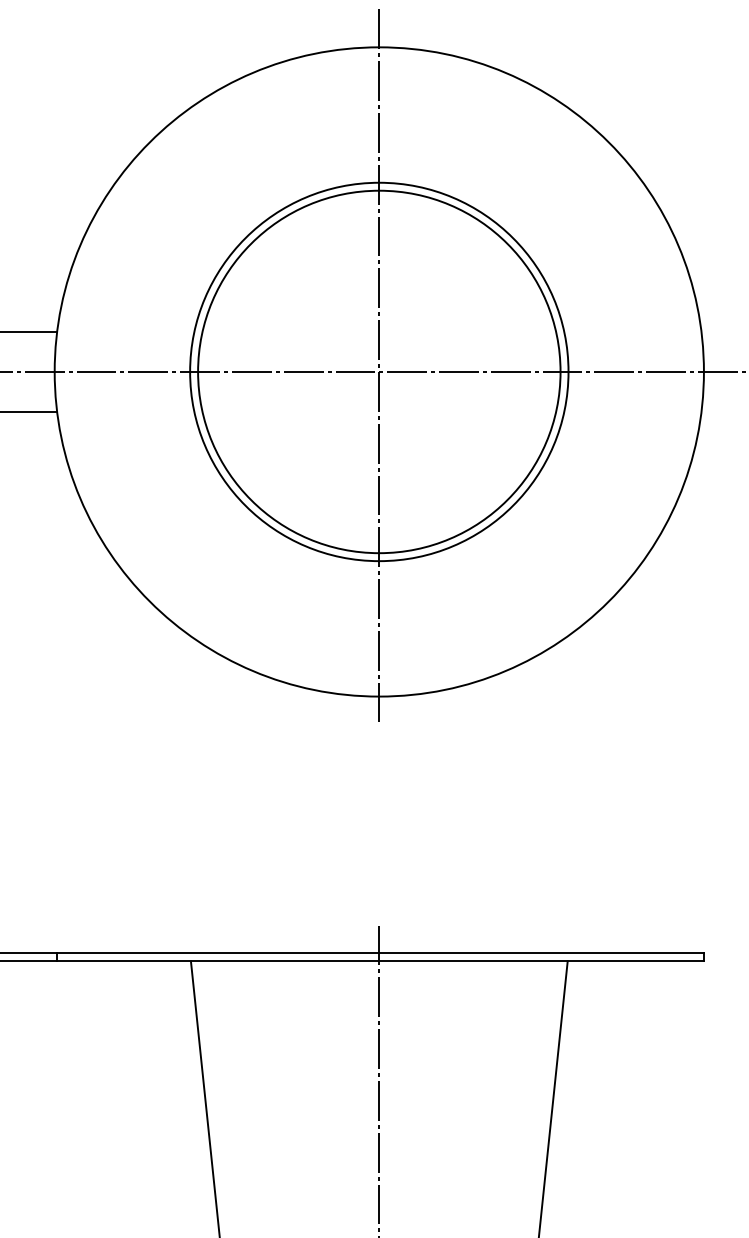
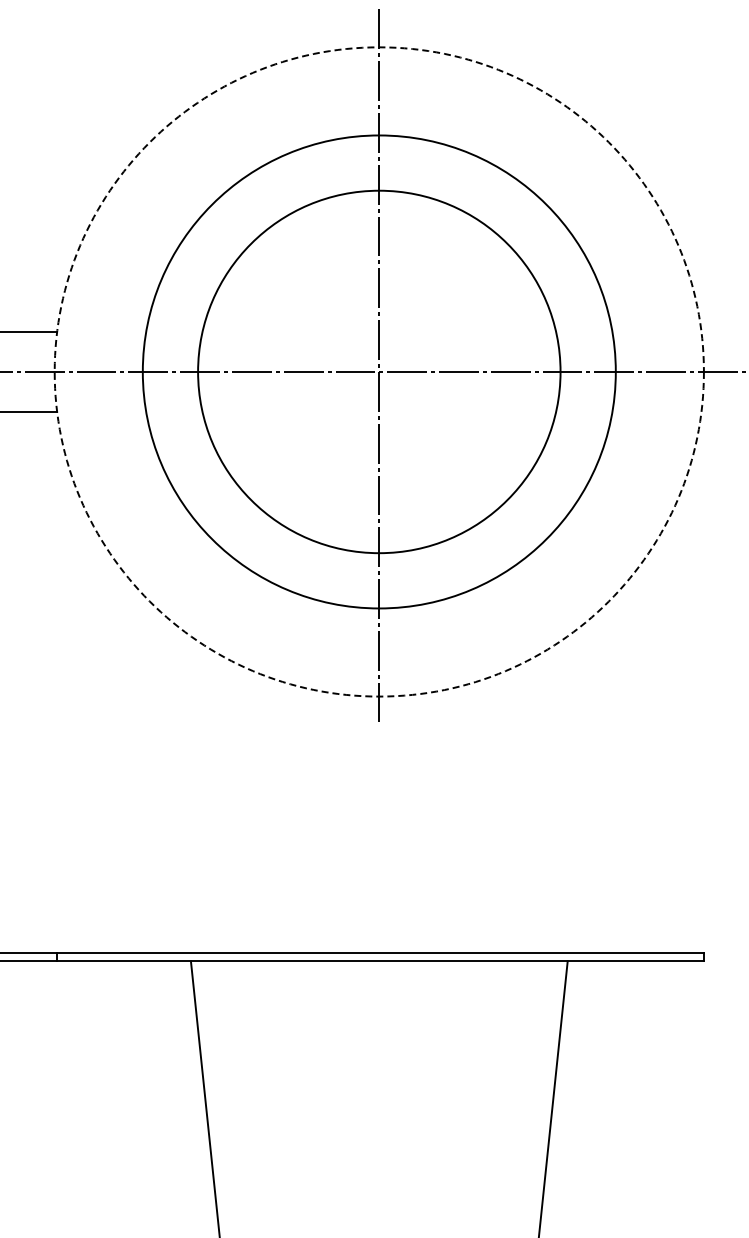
circle at (378, 371): solid -> dashed
circle at (379, 371) diameter: 378 px -> 473 px
line at (379, 1079): present -> none
